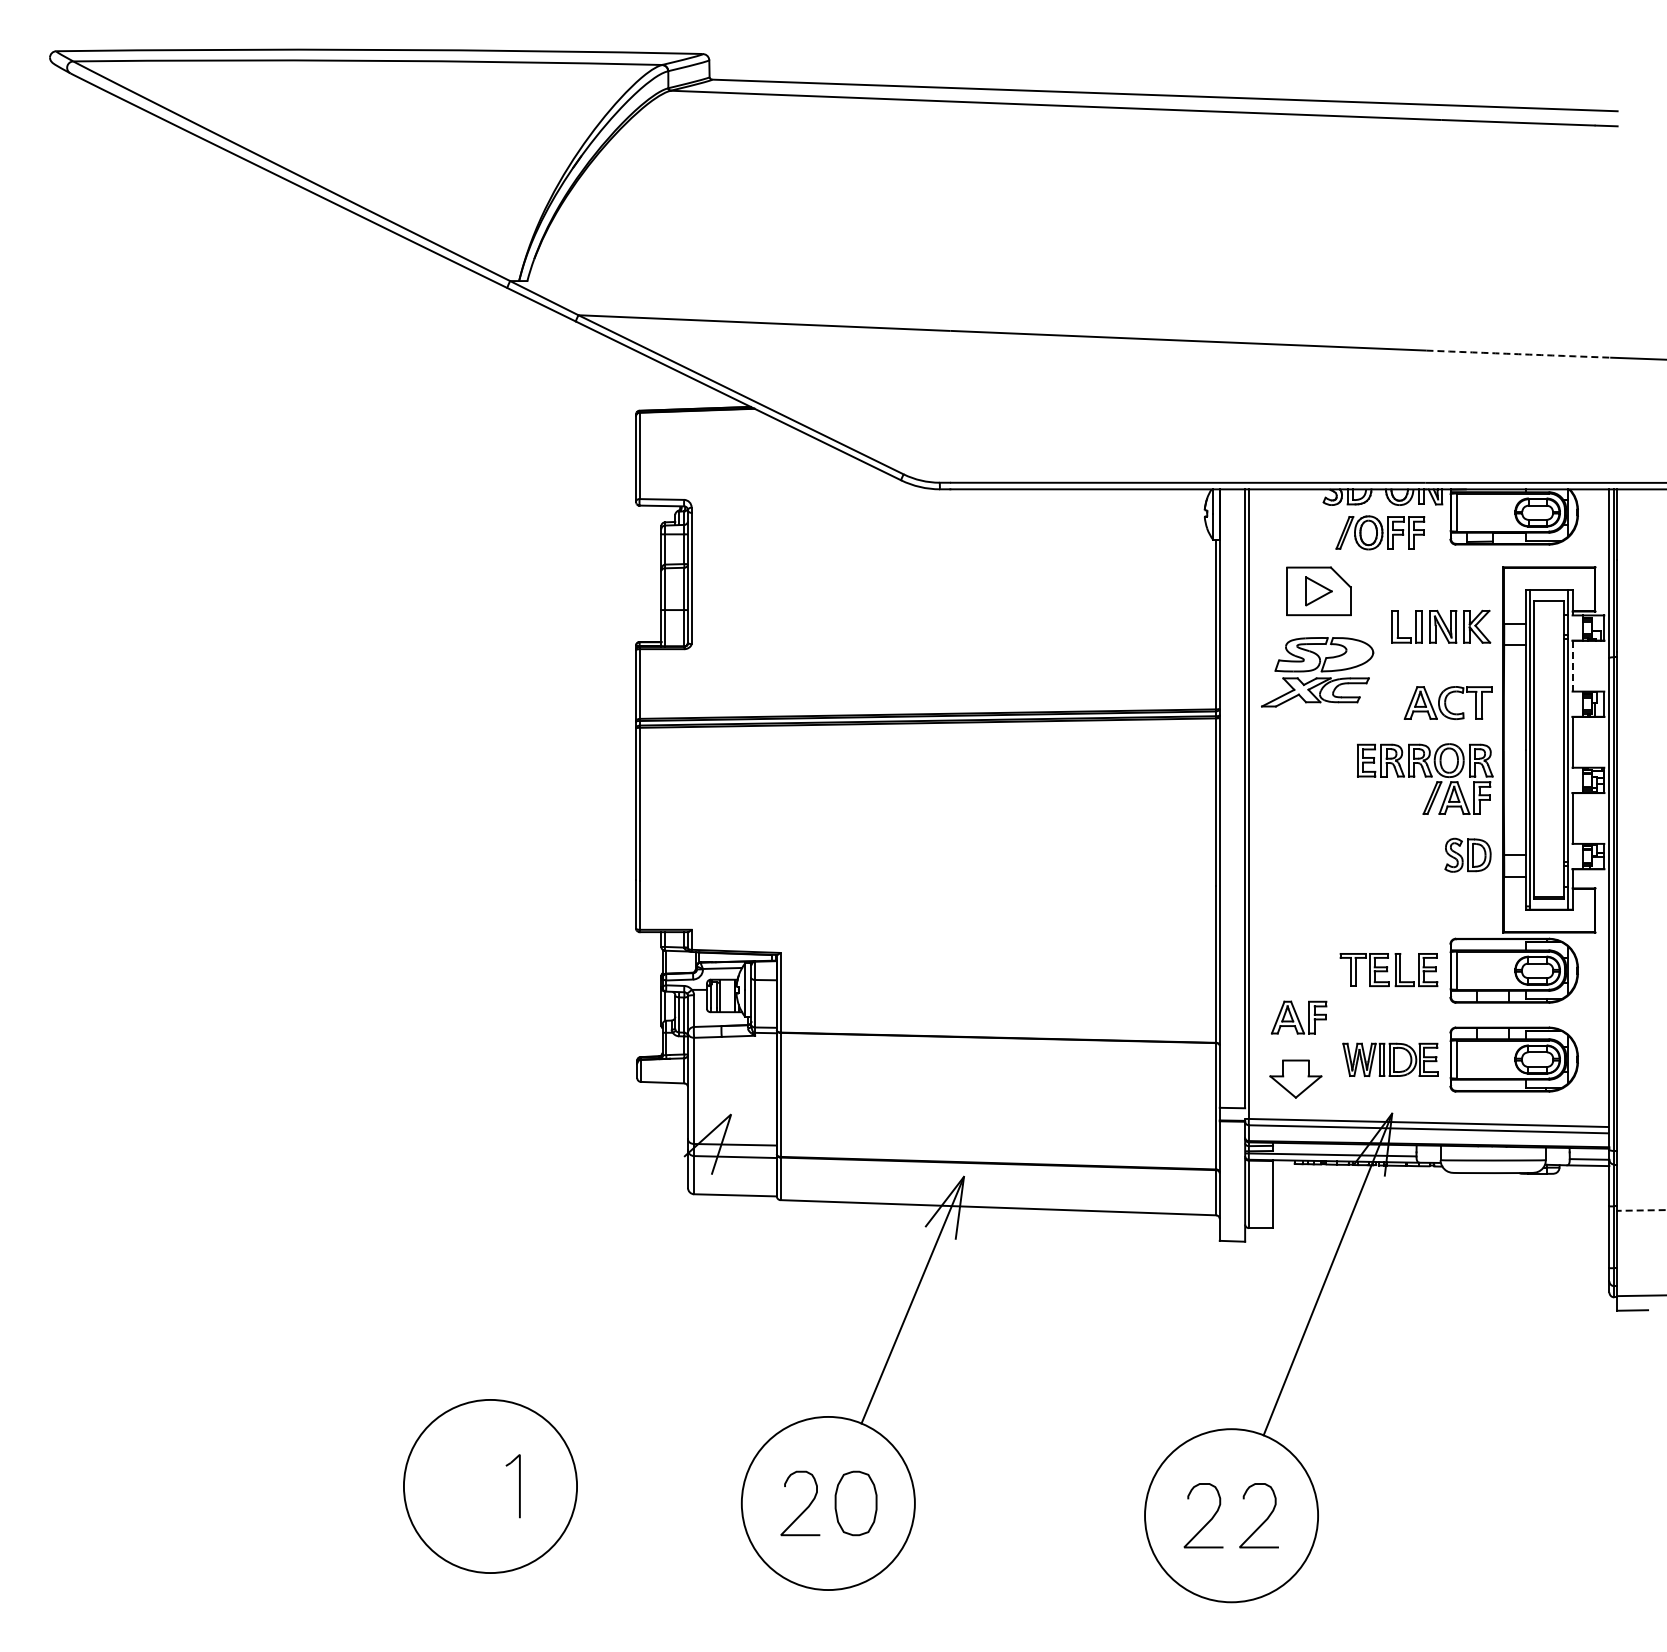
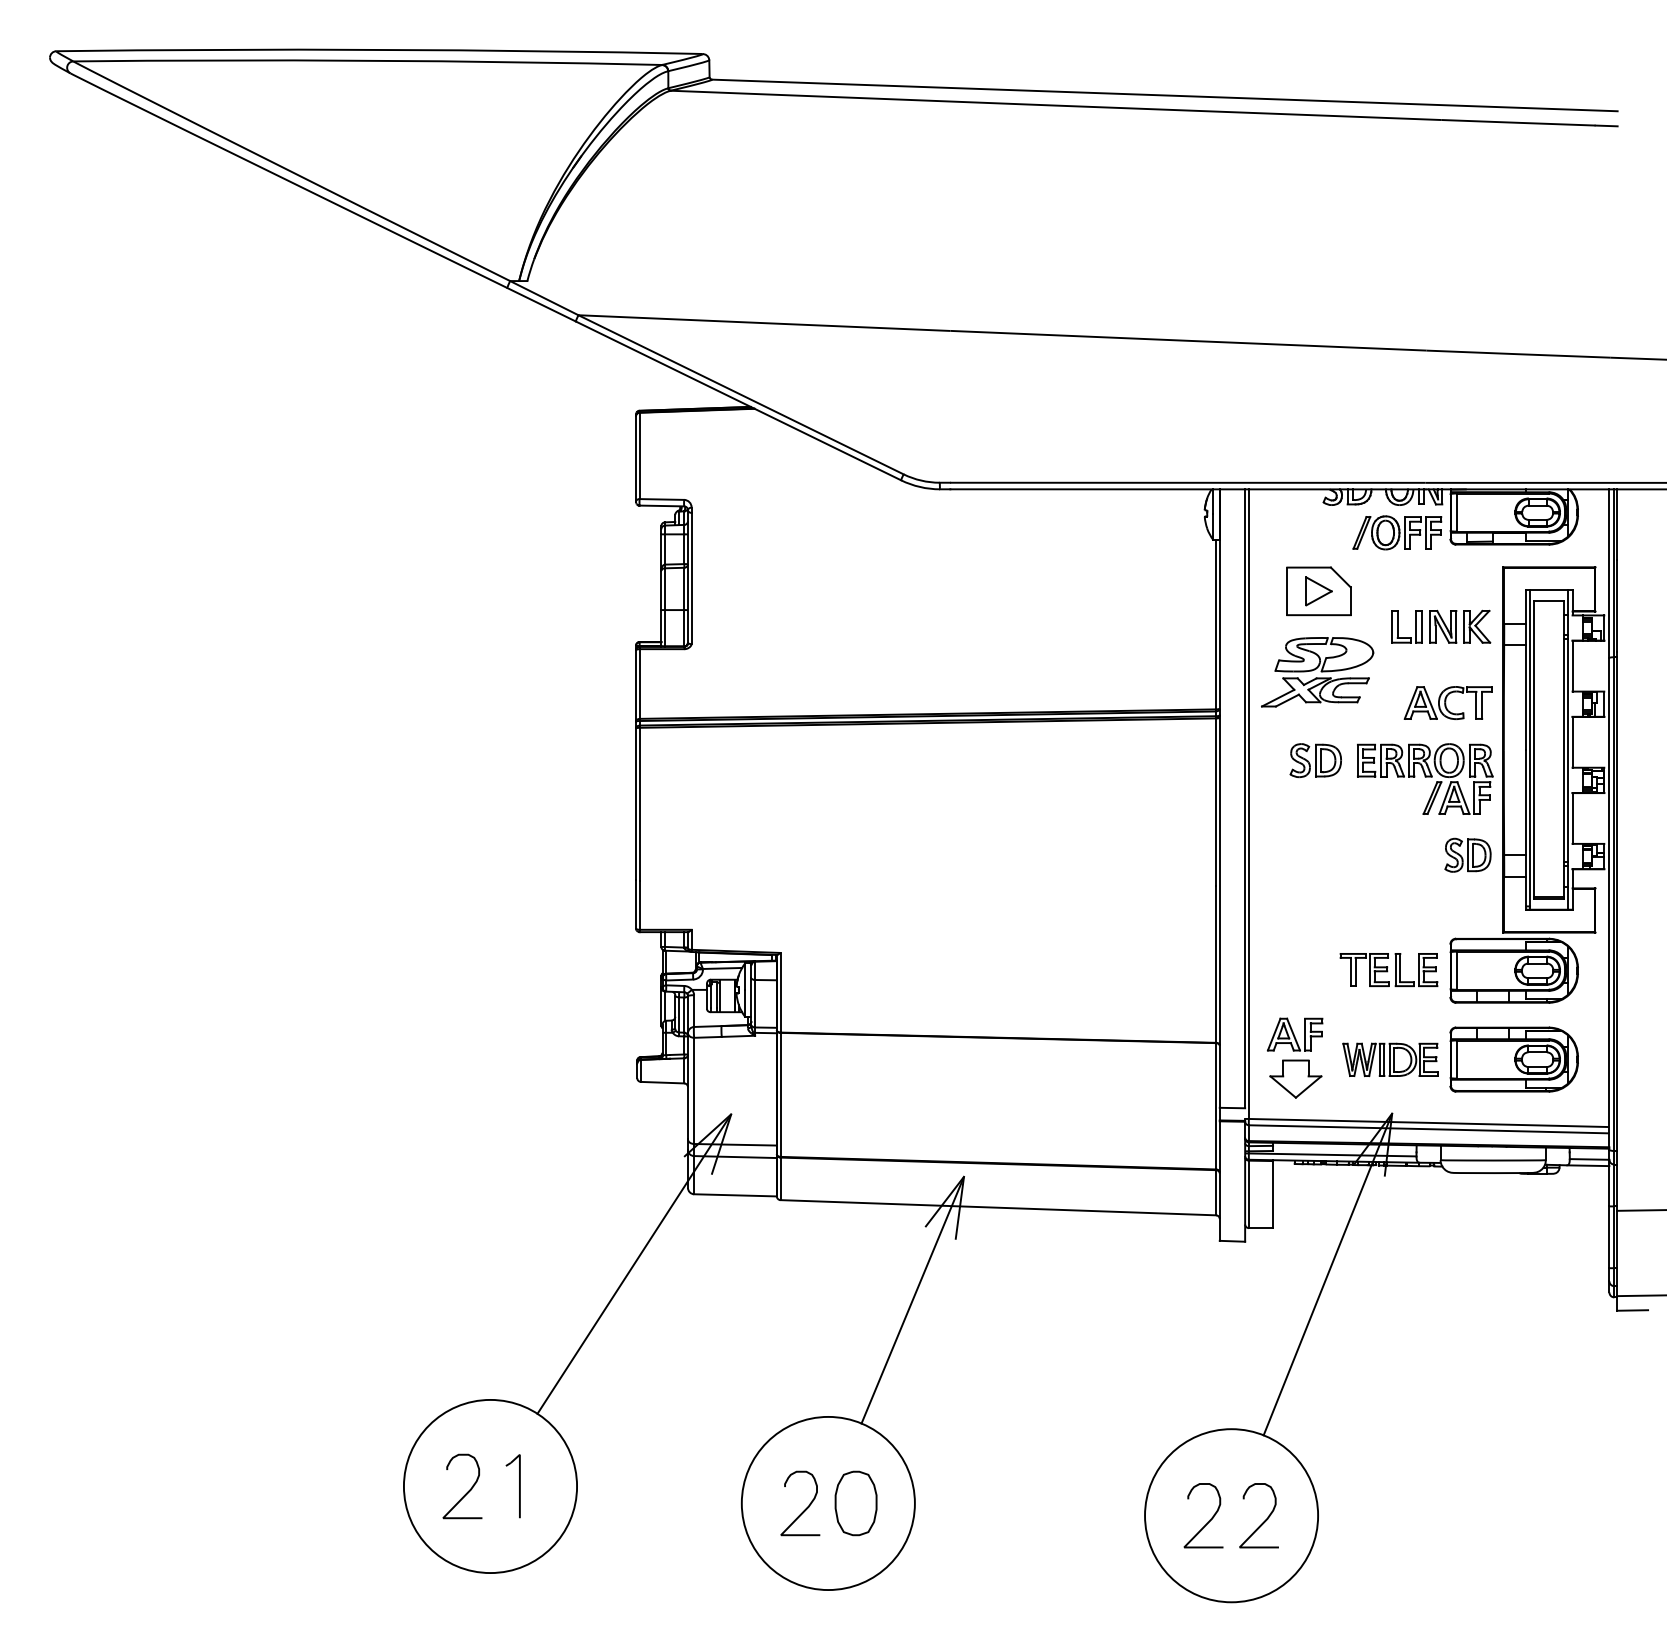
arc at (1518, 354): dashed -> solid
part at (1380, 532) position: (1380, 532) -> (1397, 532)
line at (1572, 665): dashed -> solid
part at (1315, 760): none -> present
part at (1299, 1017) position: (1299, 1017) -> (1295, 1034)
line at (1641, 1210): dashed -> solid
line at (634, 1263): none -> present
curve at (467, 1491): none -> present
